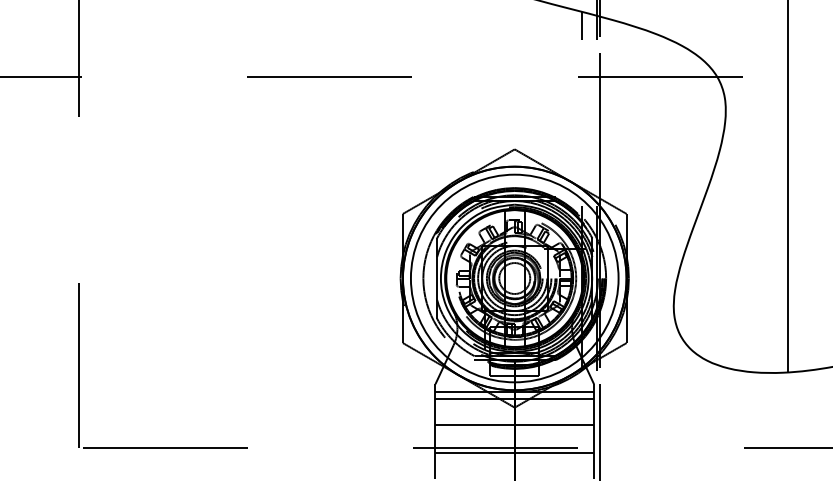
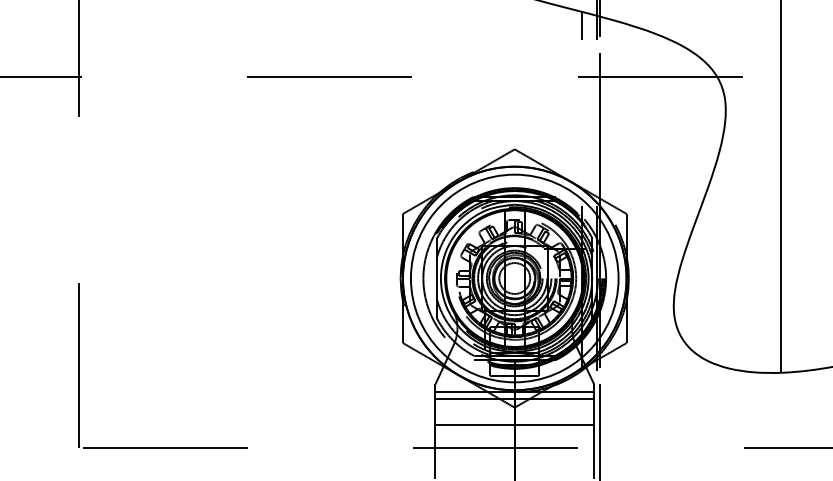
line at (788, 187) position: (788, 187) -> (781, 187)
line at (514, 452): present -> none
